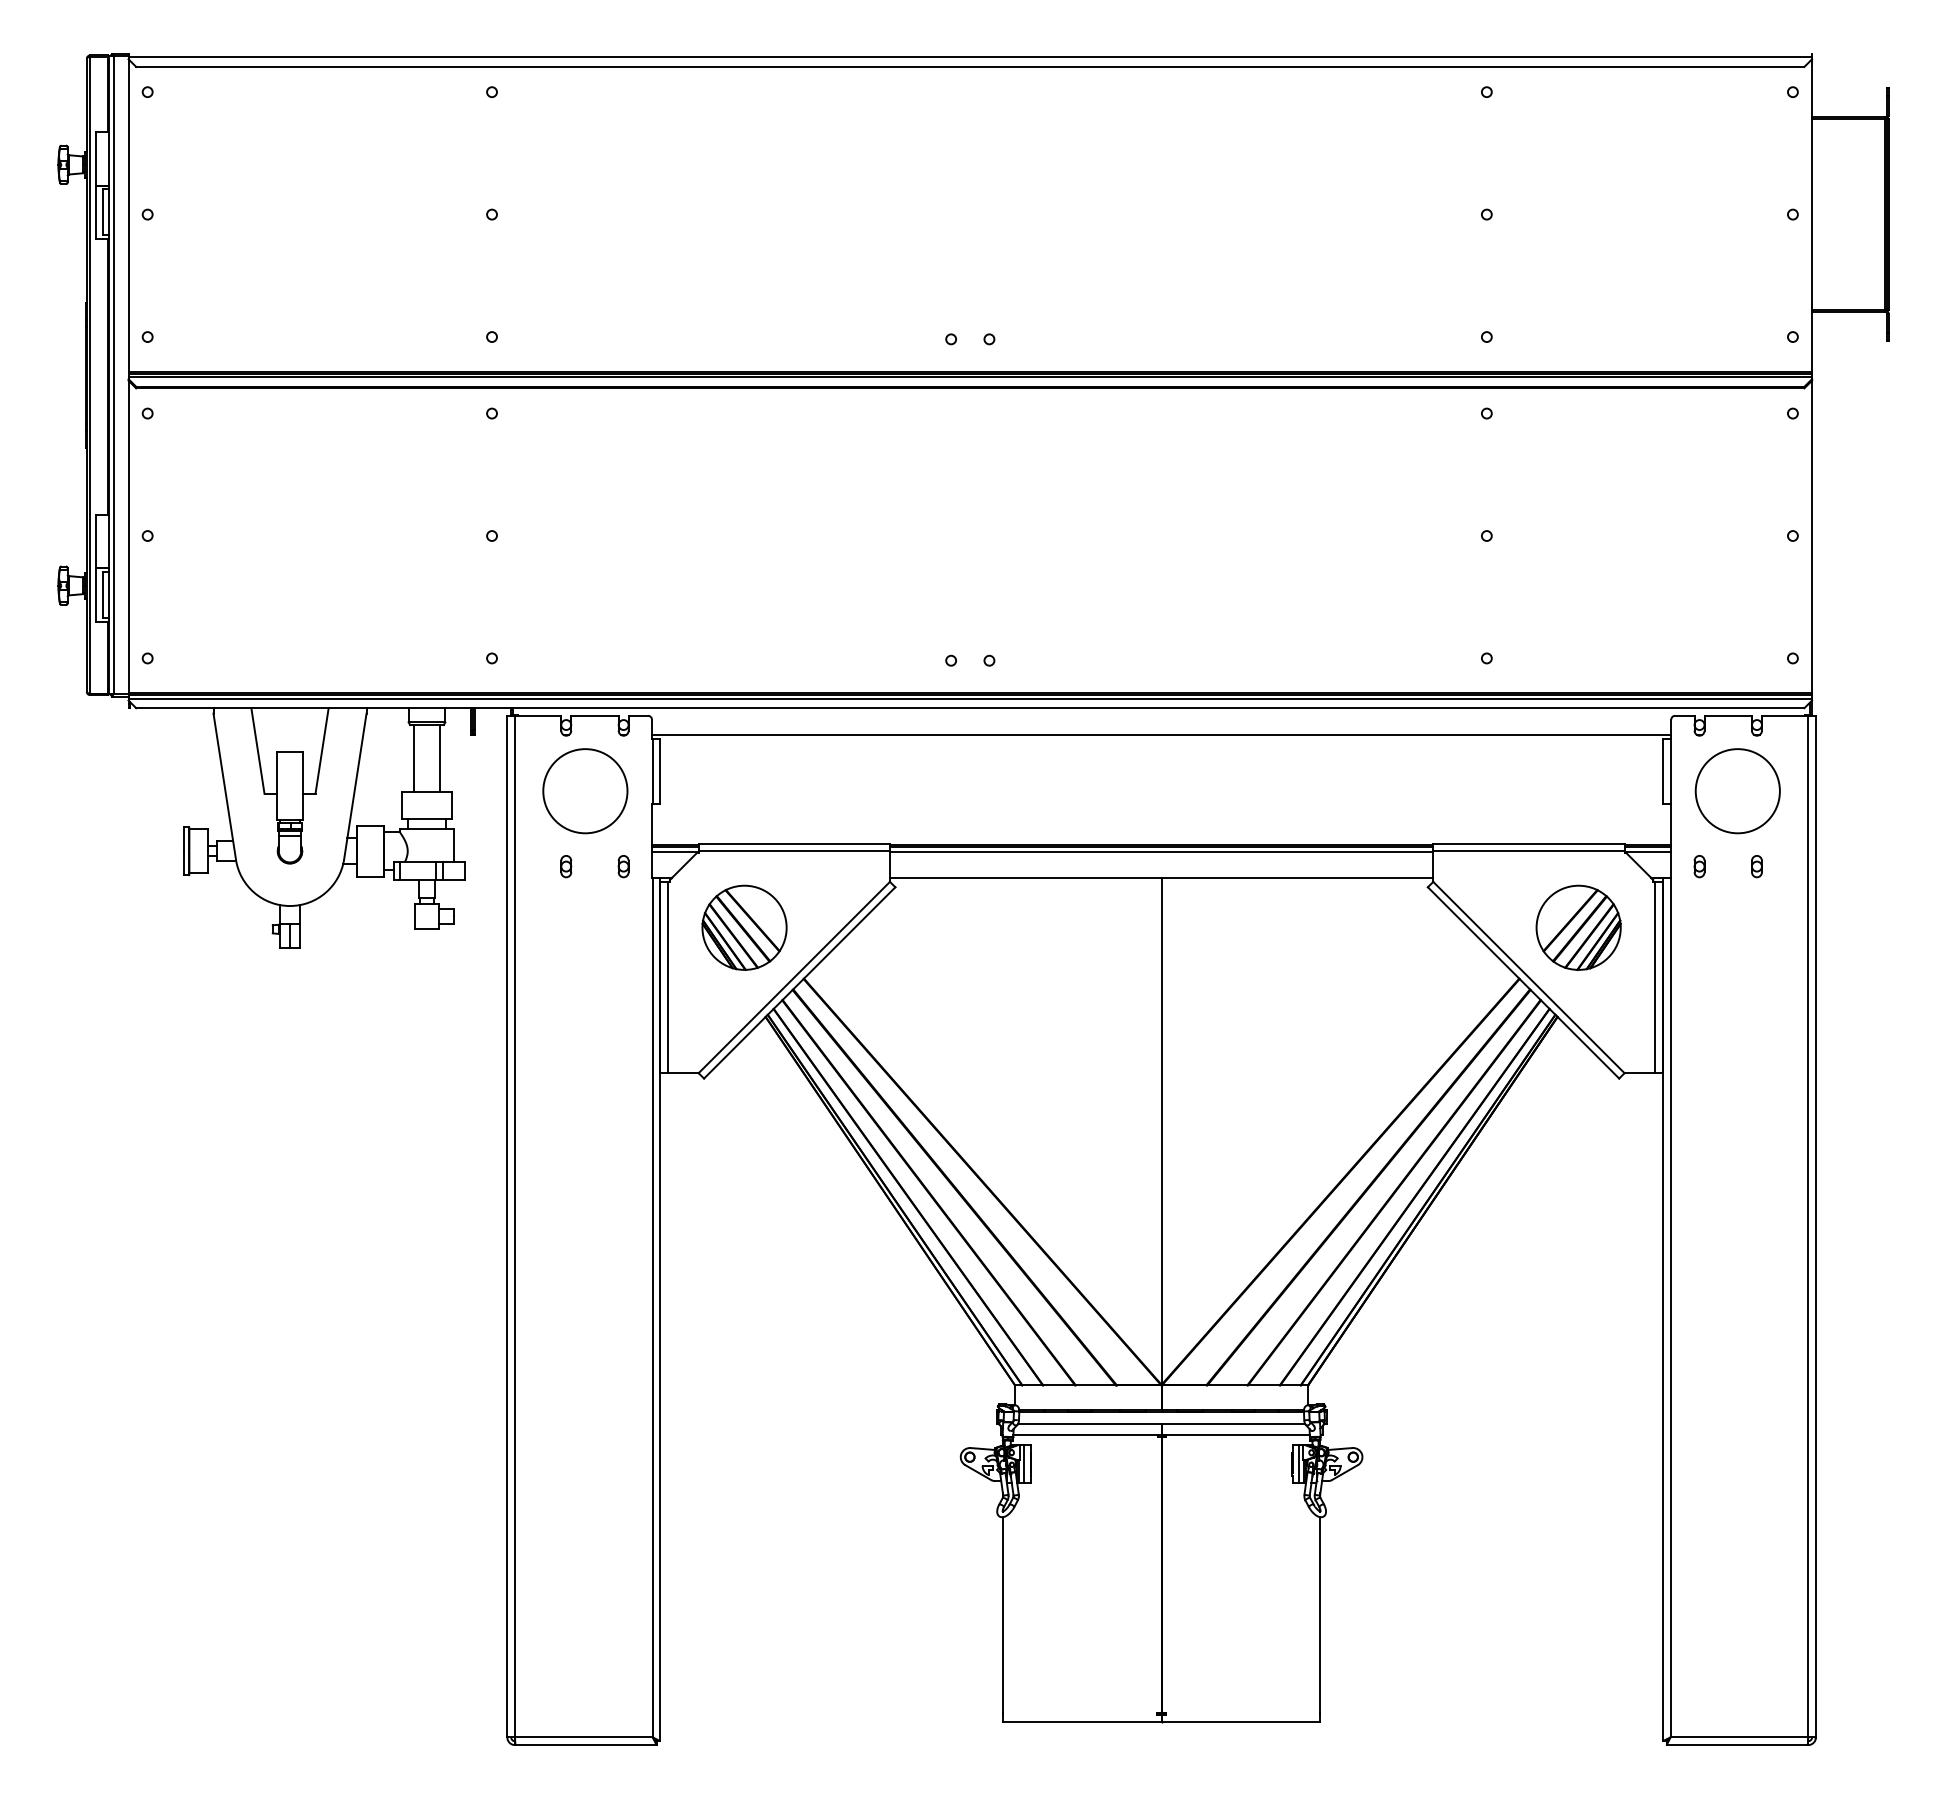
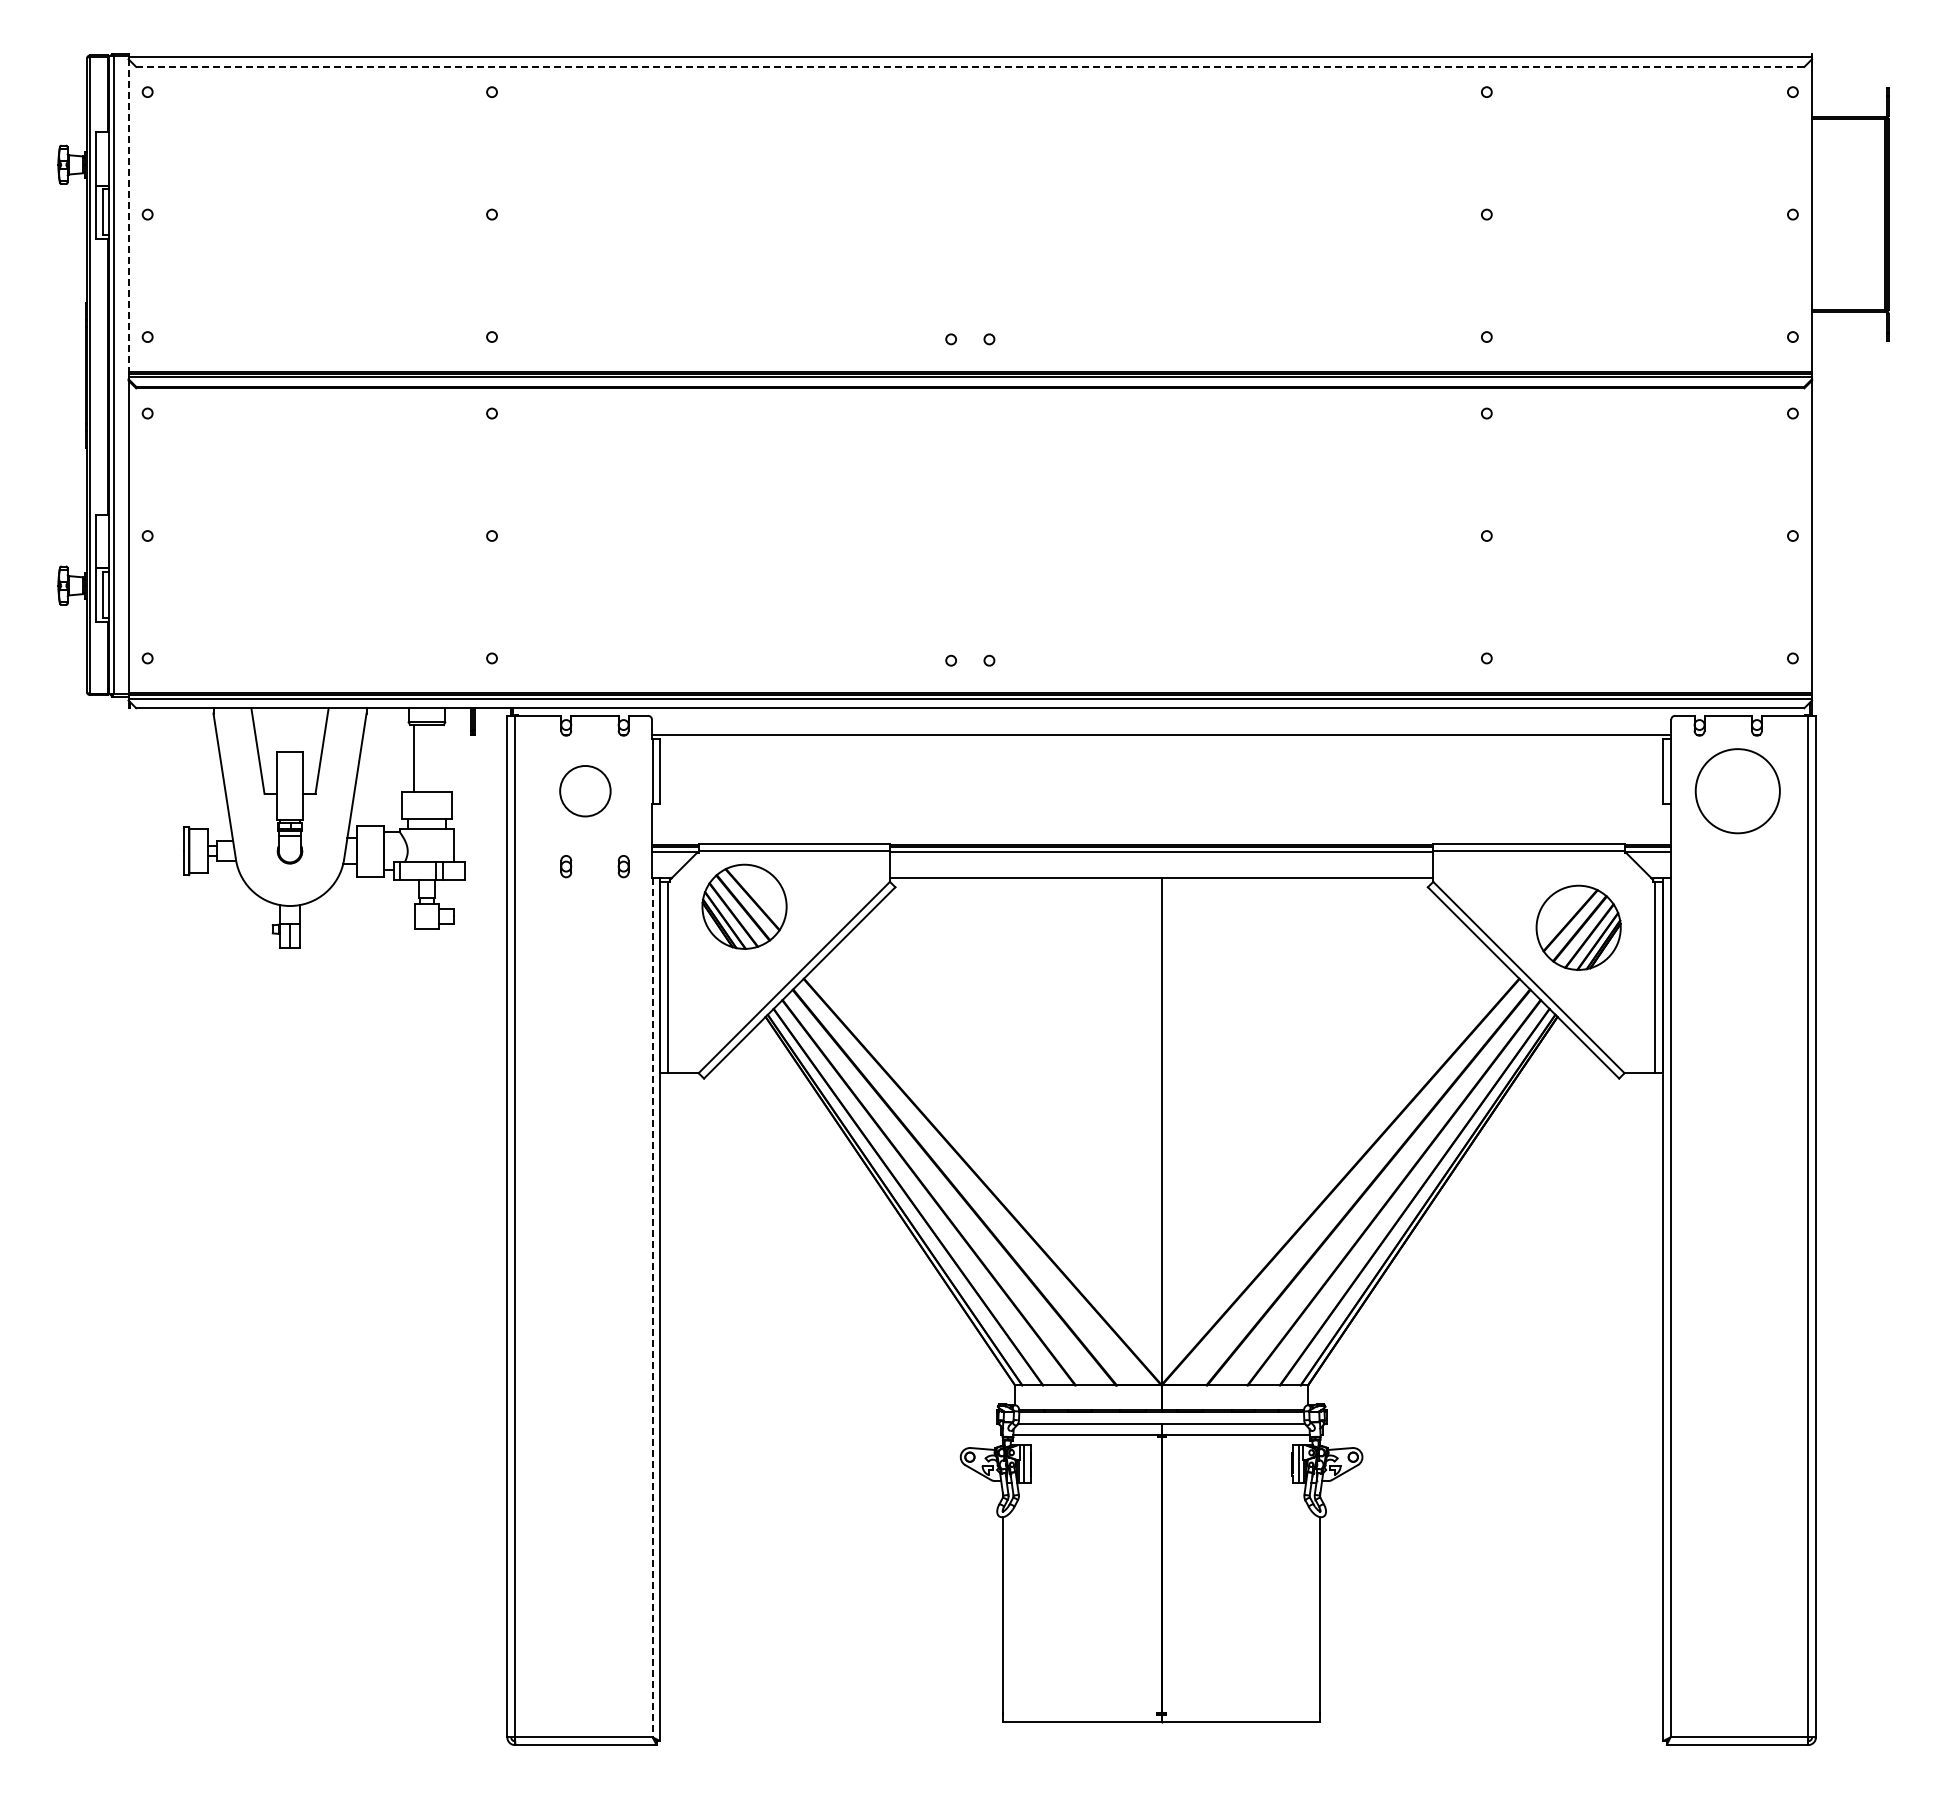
line at (970, 66): solid -> dashed
line at (128, 216): solid -> dashed
line at (439, 758): present -> none
circle at (585, 791) diameter: 84 px -> 51 px
part at (1699, 866): present -> none
part at (1756, 866): present -> none
part at (744, 927) position: (744, 927) -> (744, 906)
line at (652, 1307): solid -> dashed
